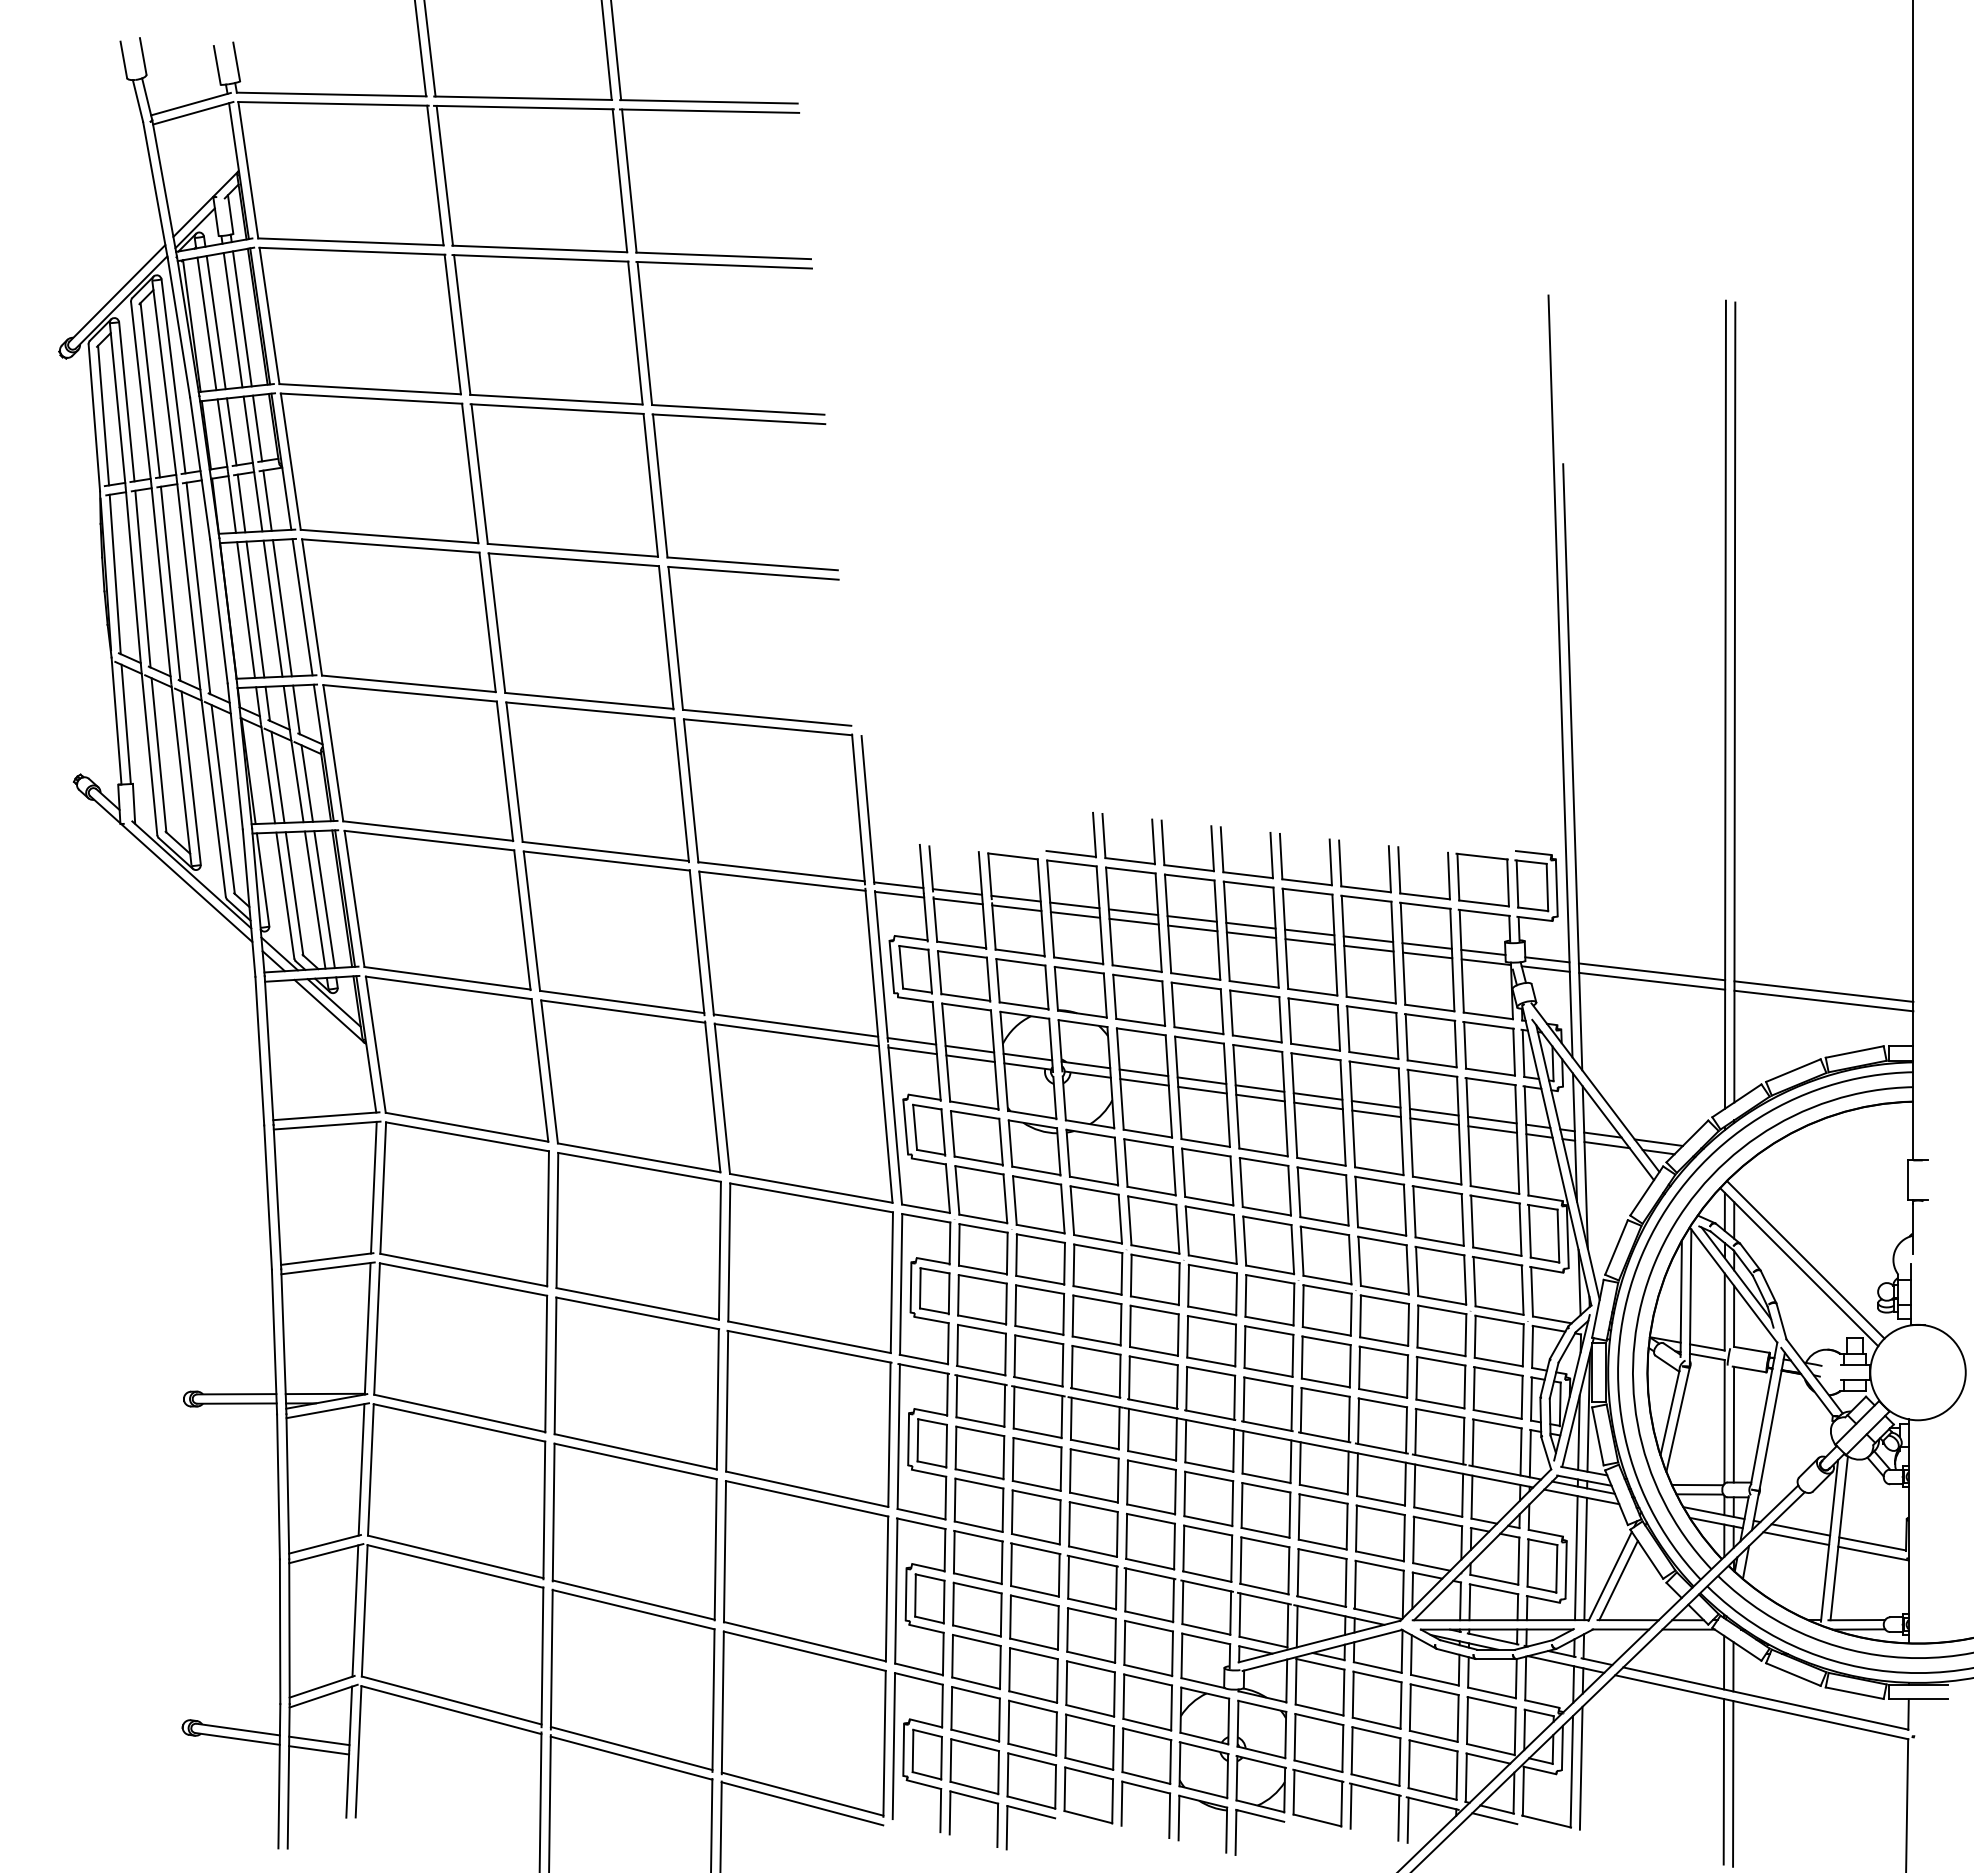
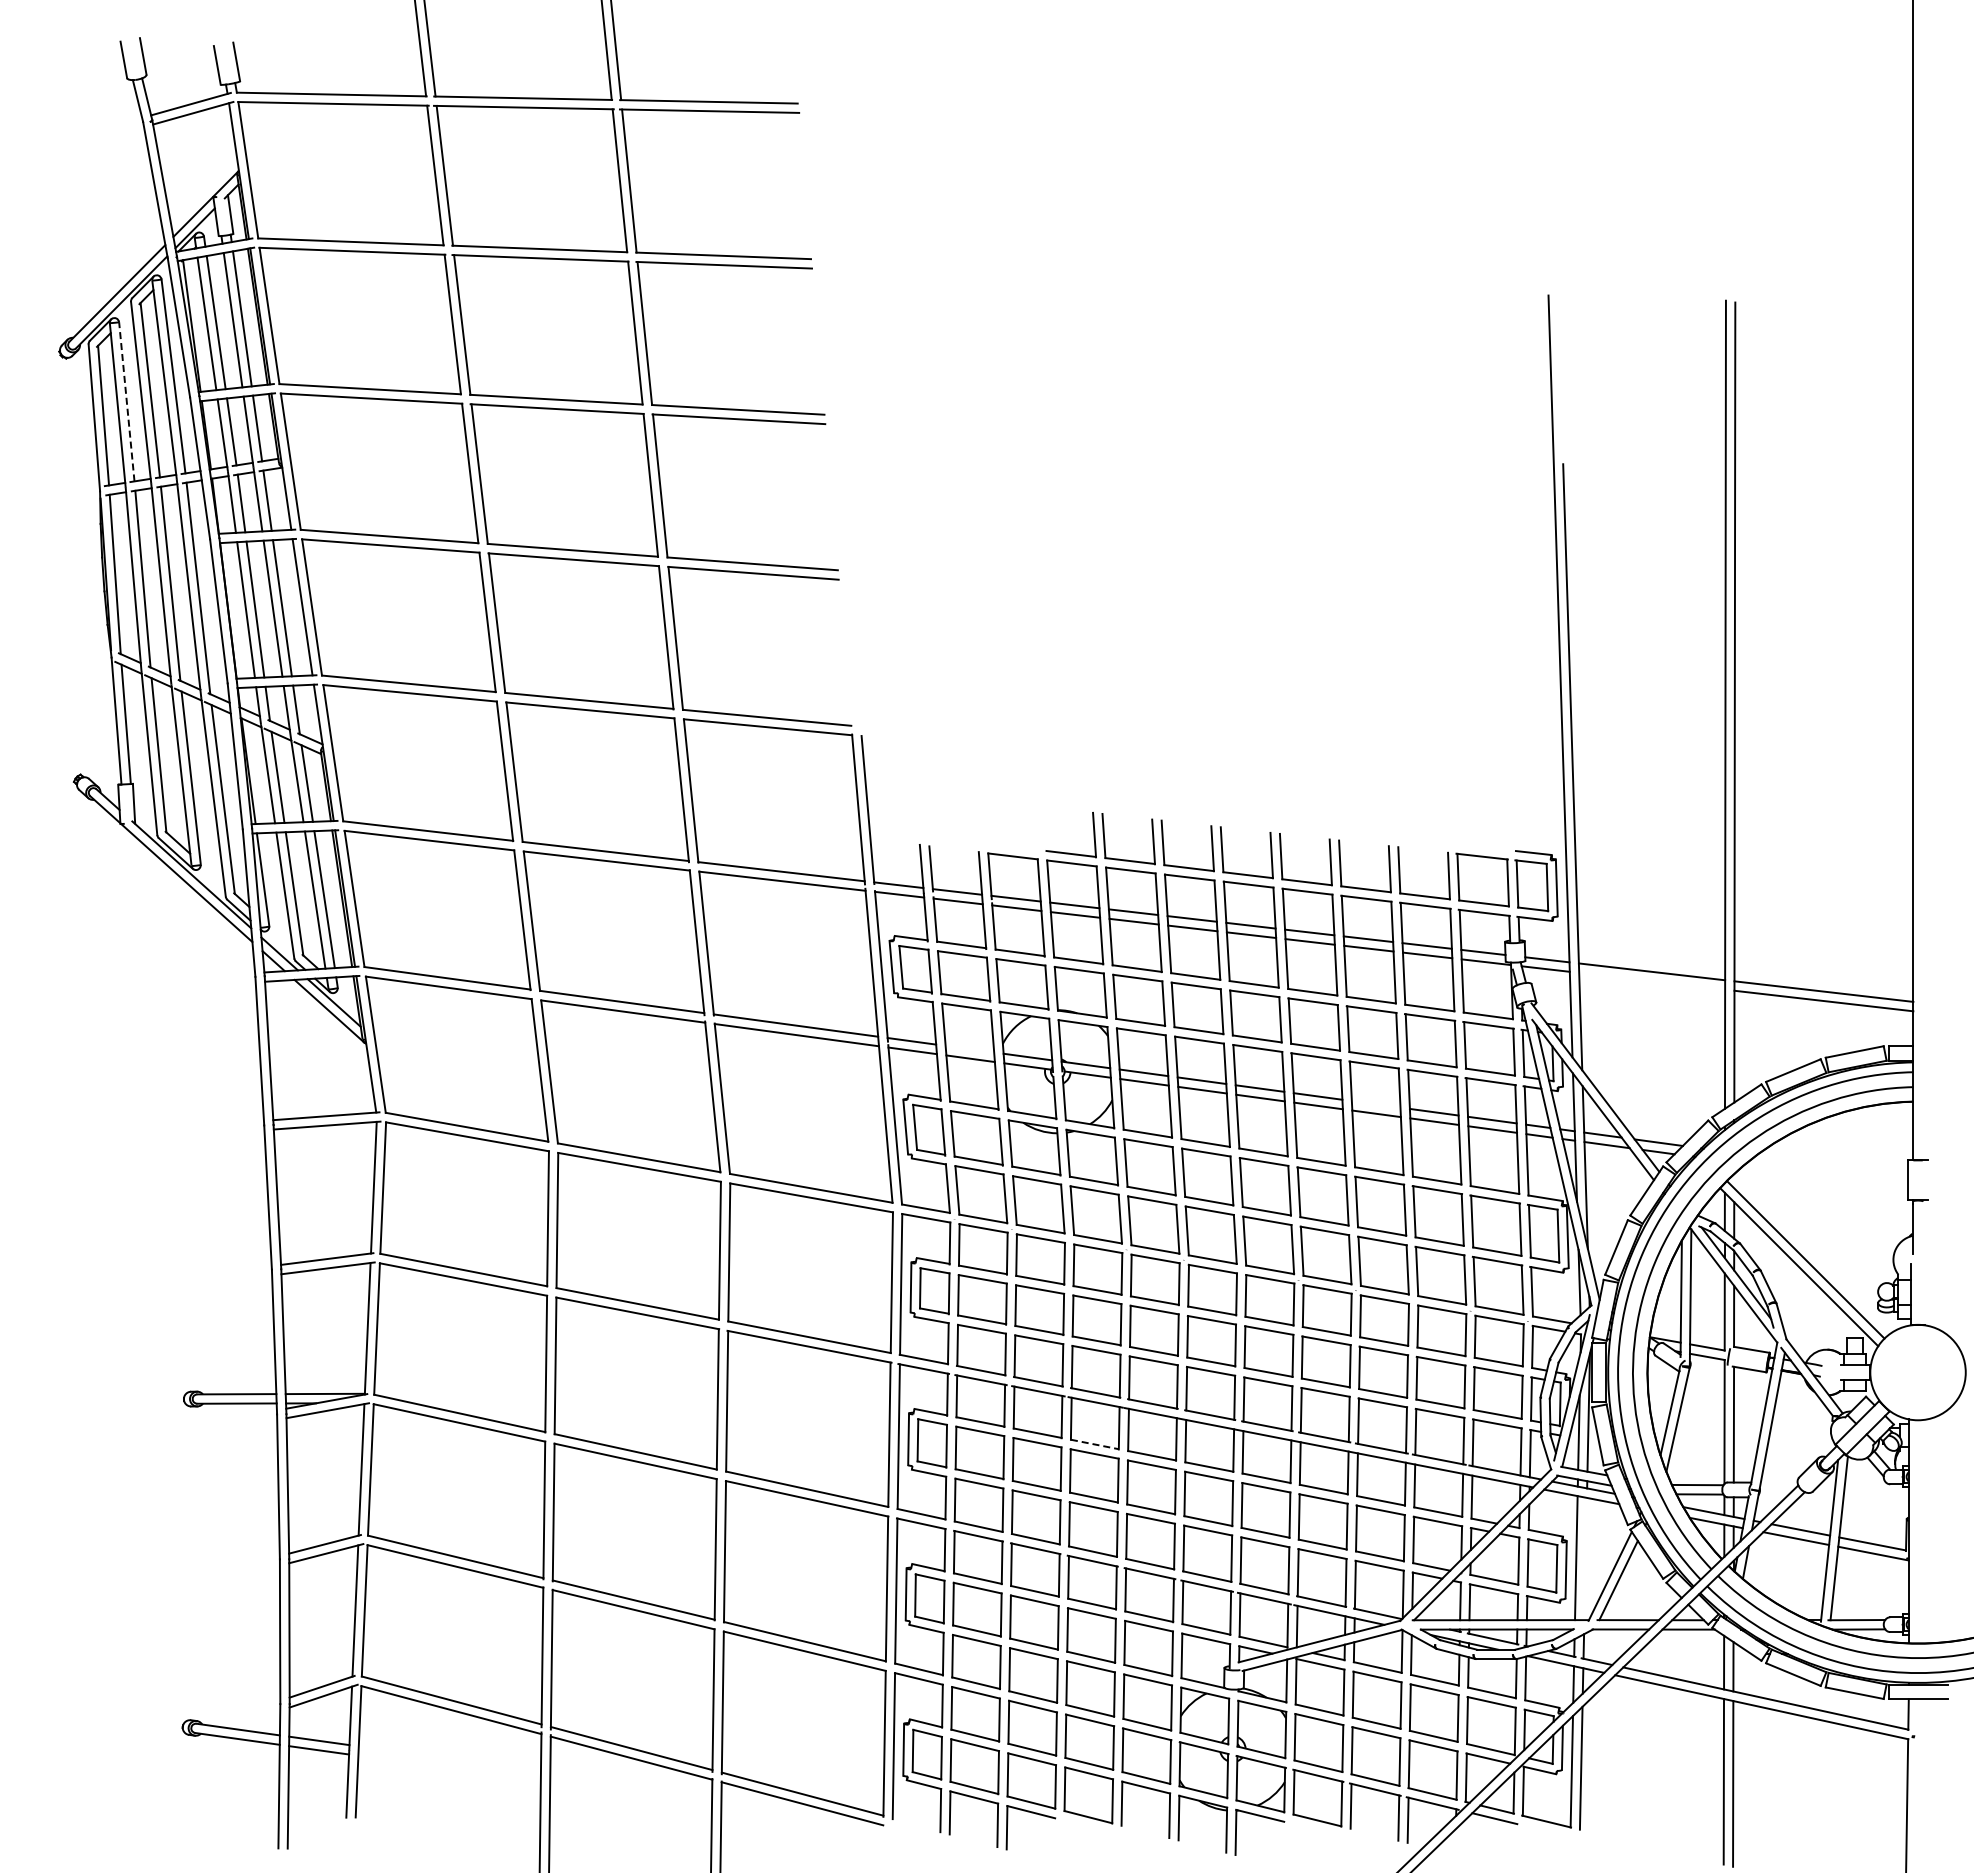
line at (126, 401): solid -> dashed
line at (1652, 980): present -> none
line at (969, 1048): present -> none
line at (1375, 1104): present -> none
line at (1095, 1444): solid -> dashed
line at (1585, 1558): present -> none
